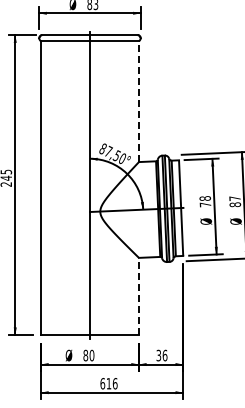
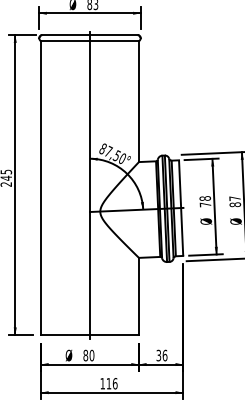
line at (138, 101): dashed -> solid
line at (138, 296): dashed -> solid
text at (102, 383): 616 -> 116
